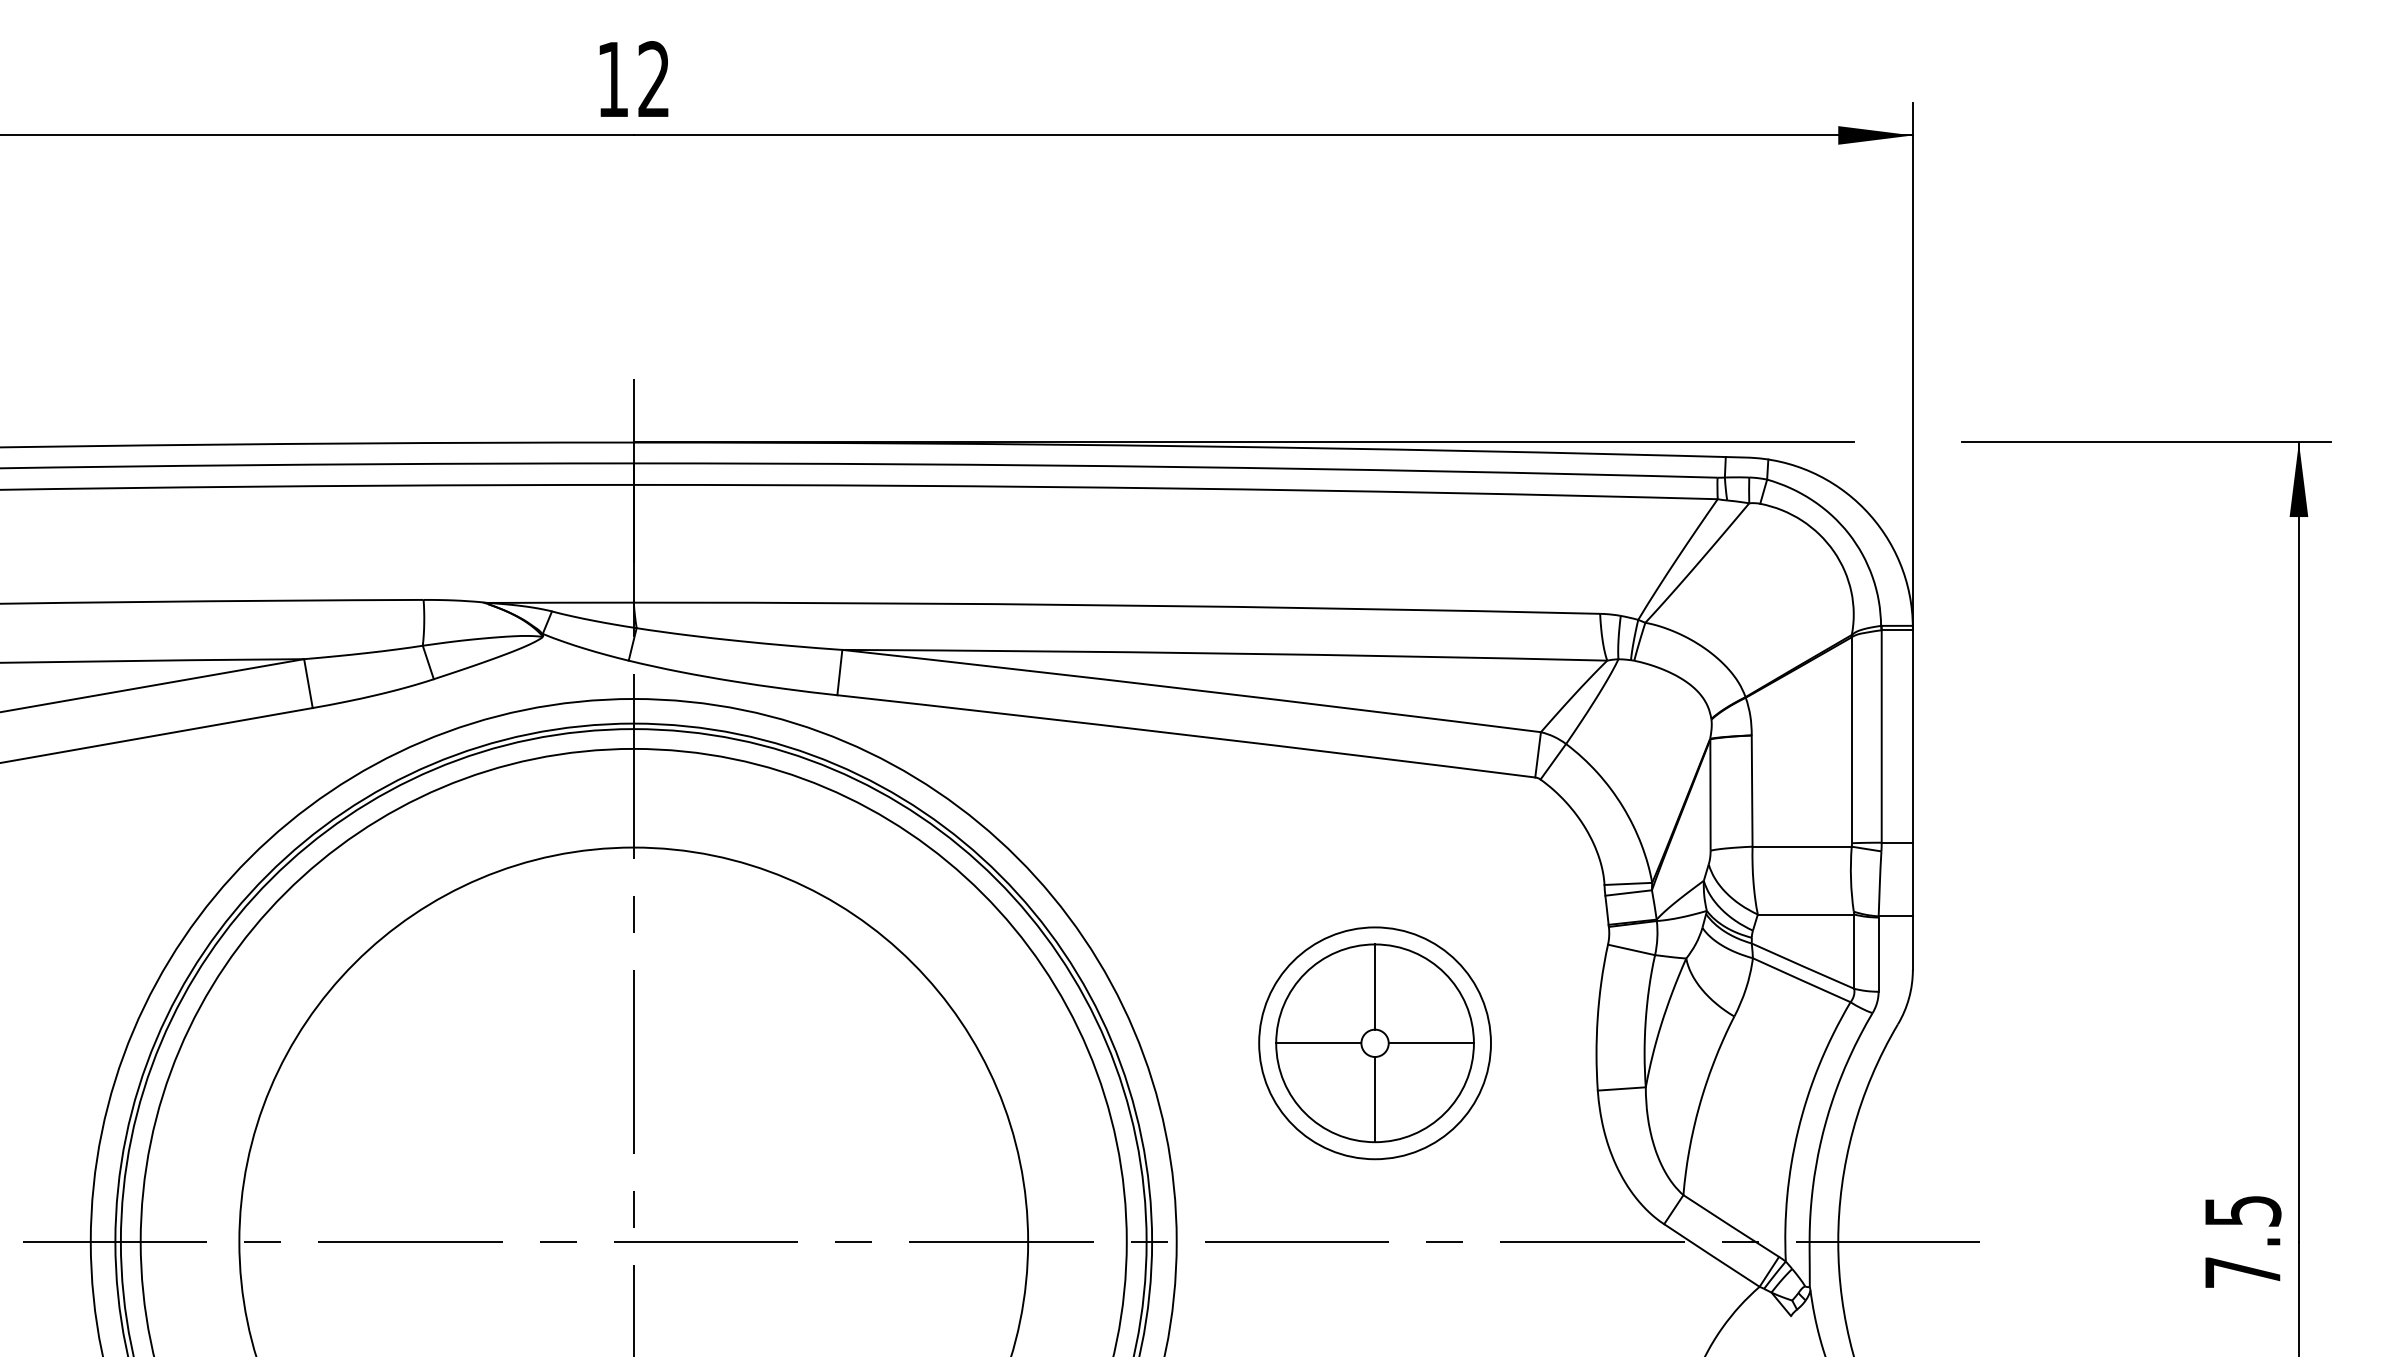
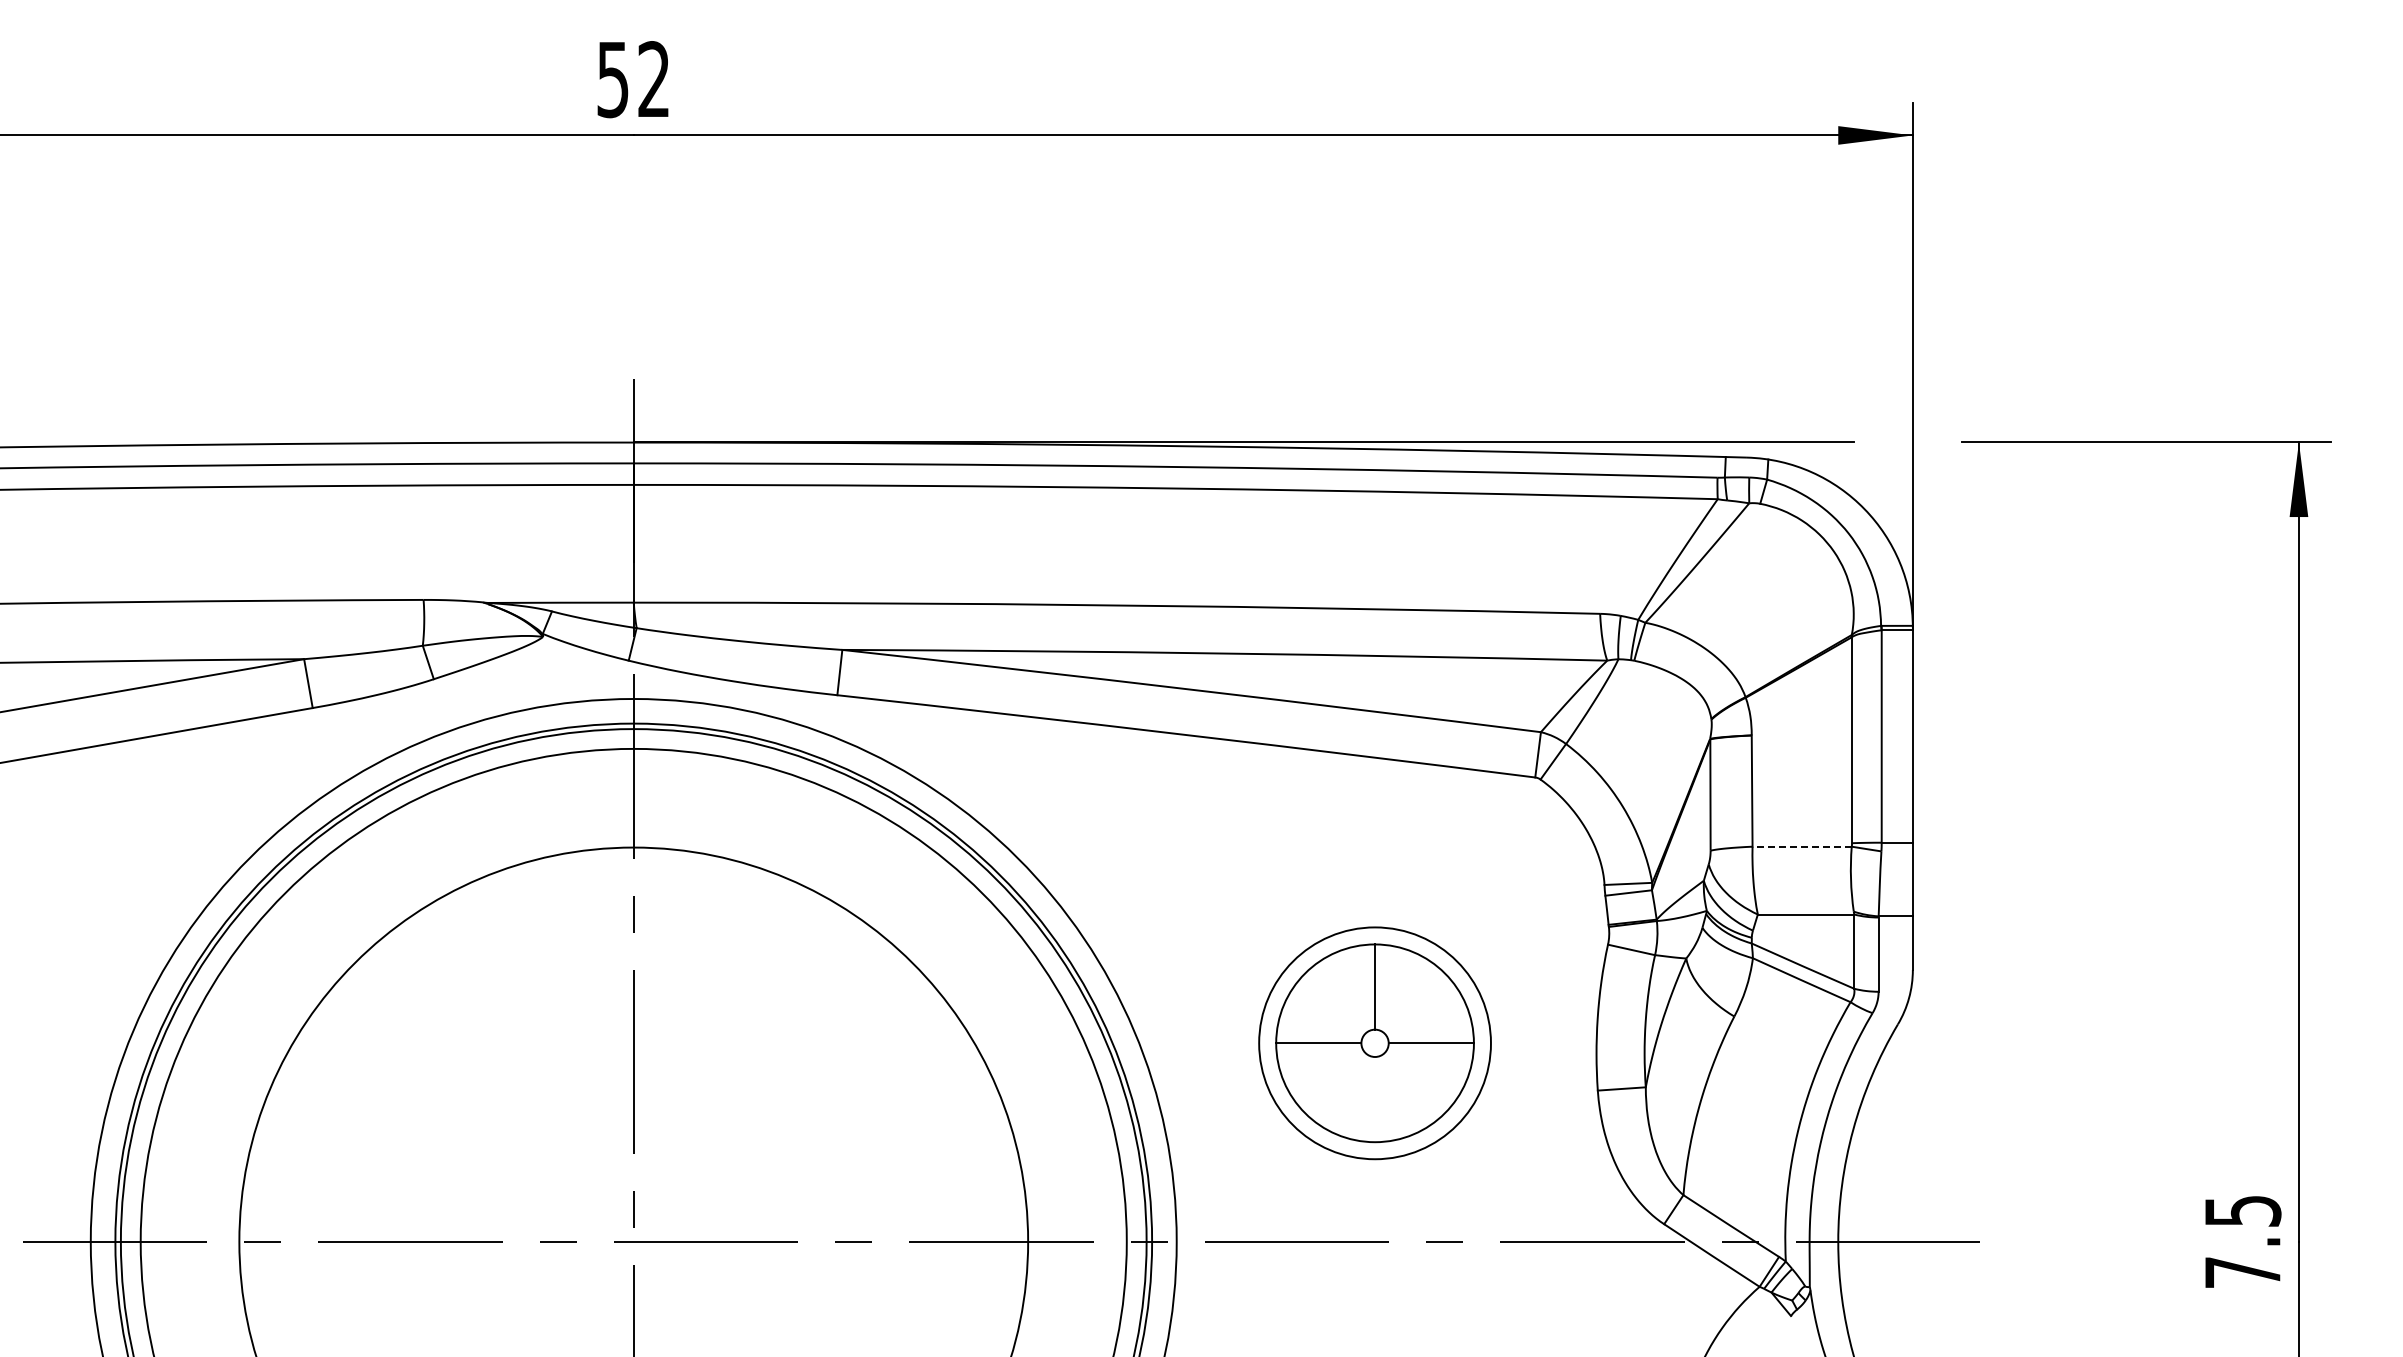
text at (612, 80): 12 -> 52
line at (1802, 846): solid -> dashed
line at (1375, 1099): present -> none
